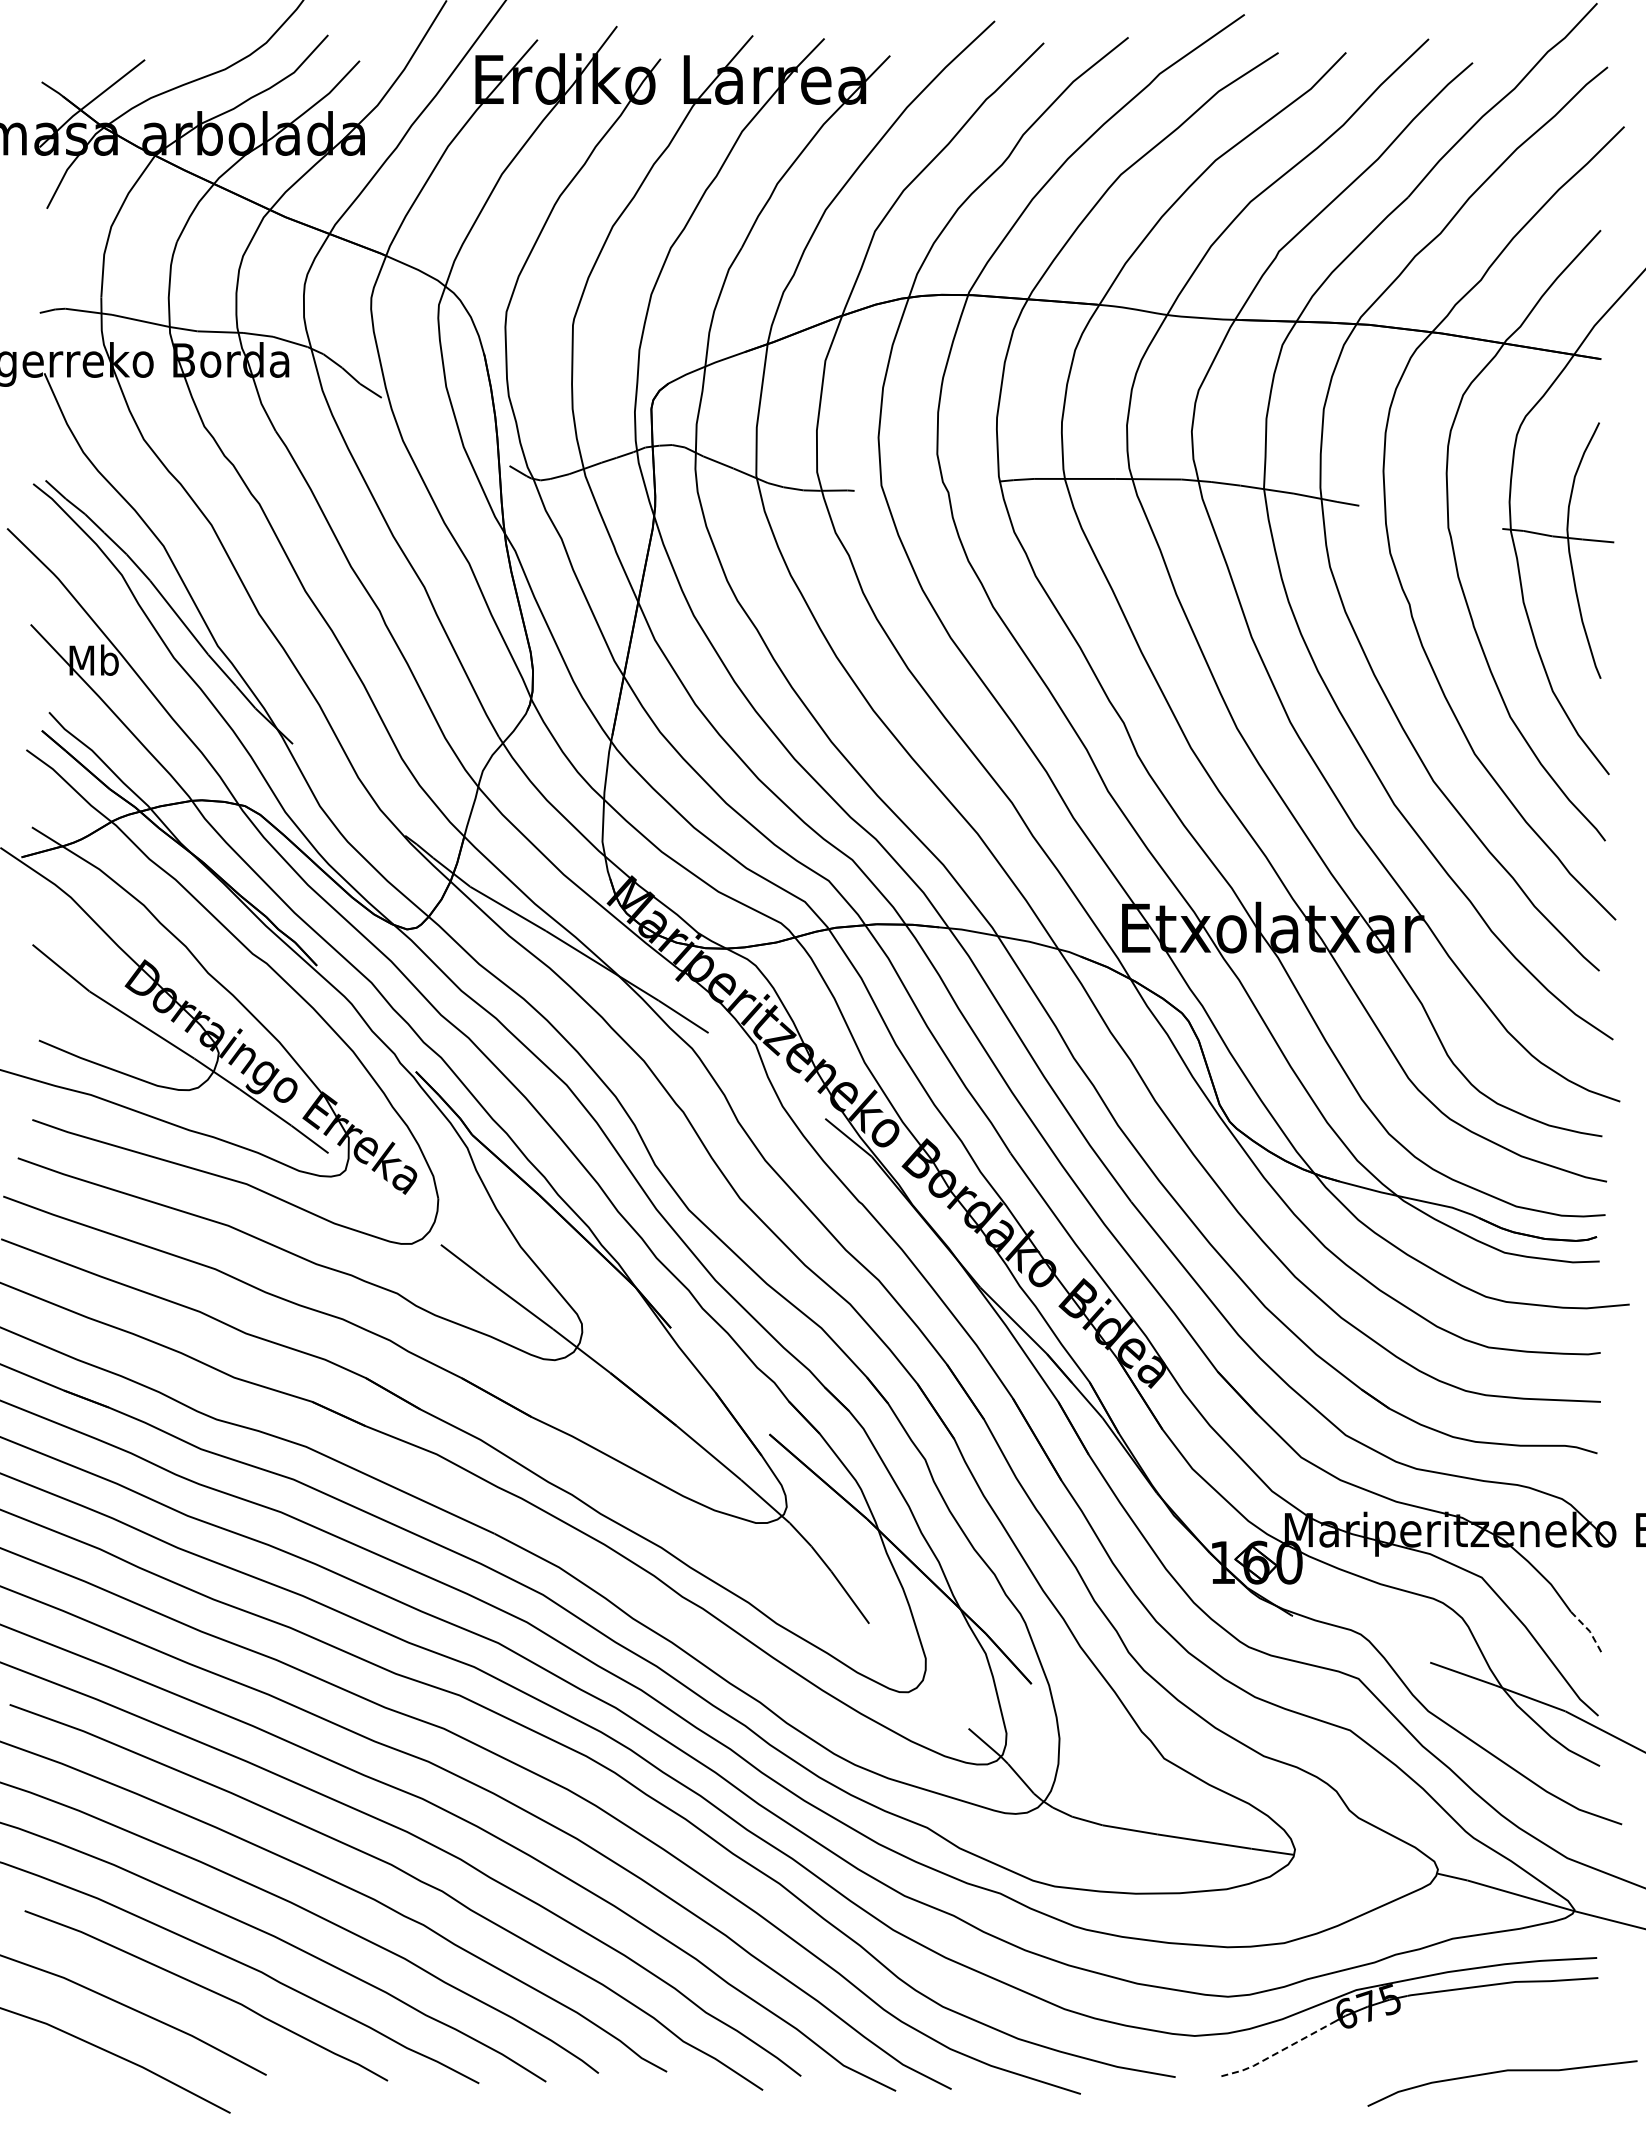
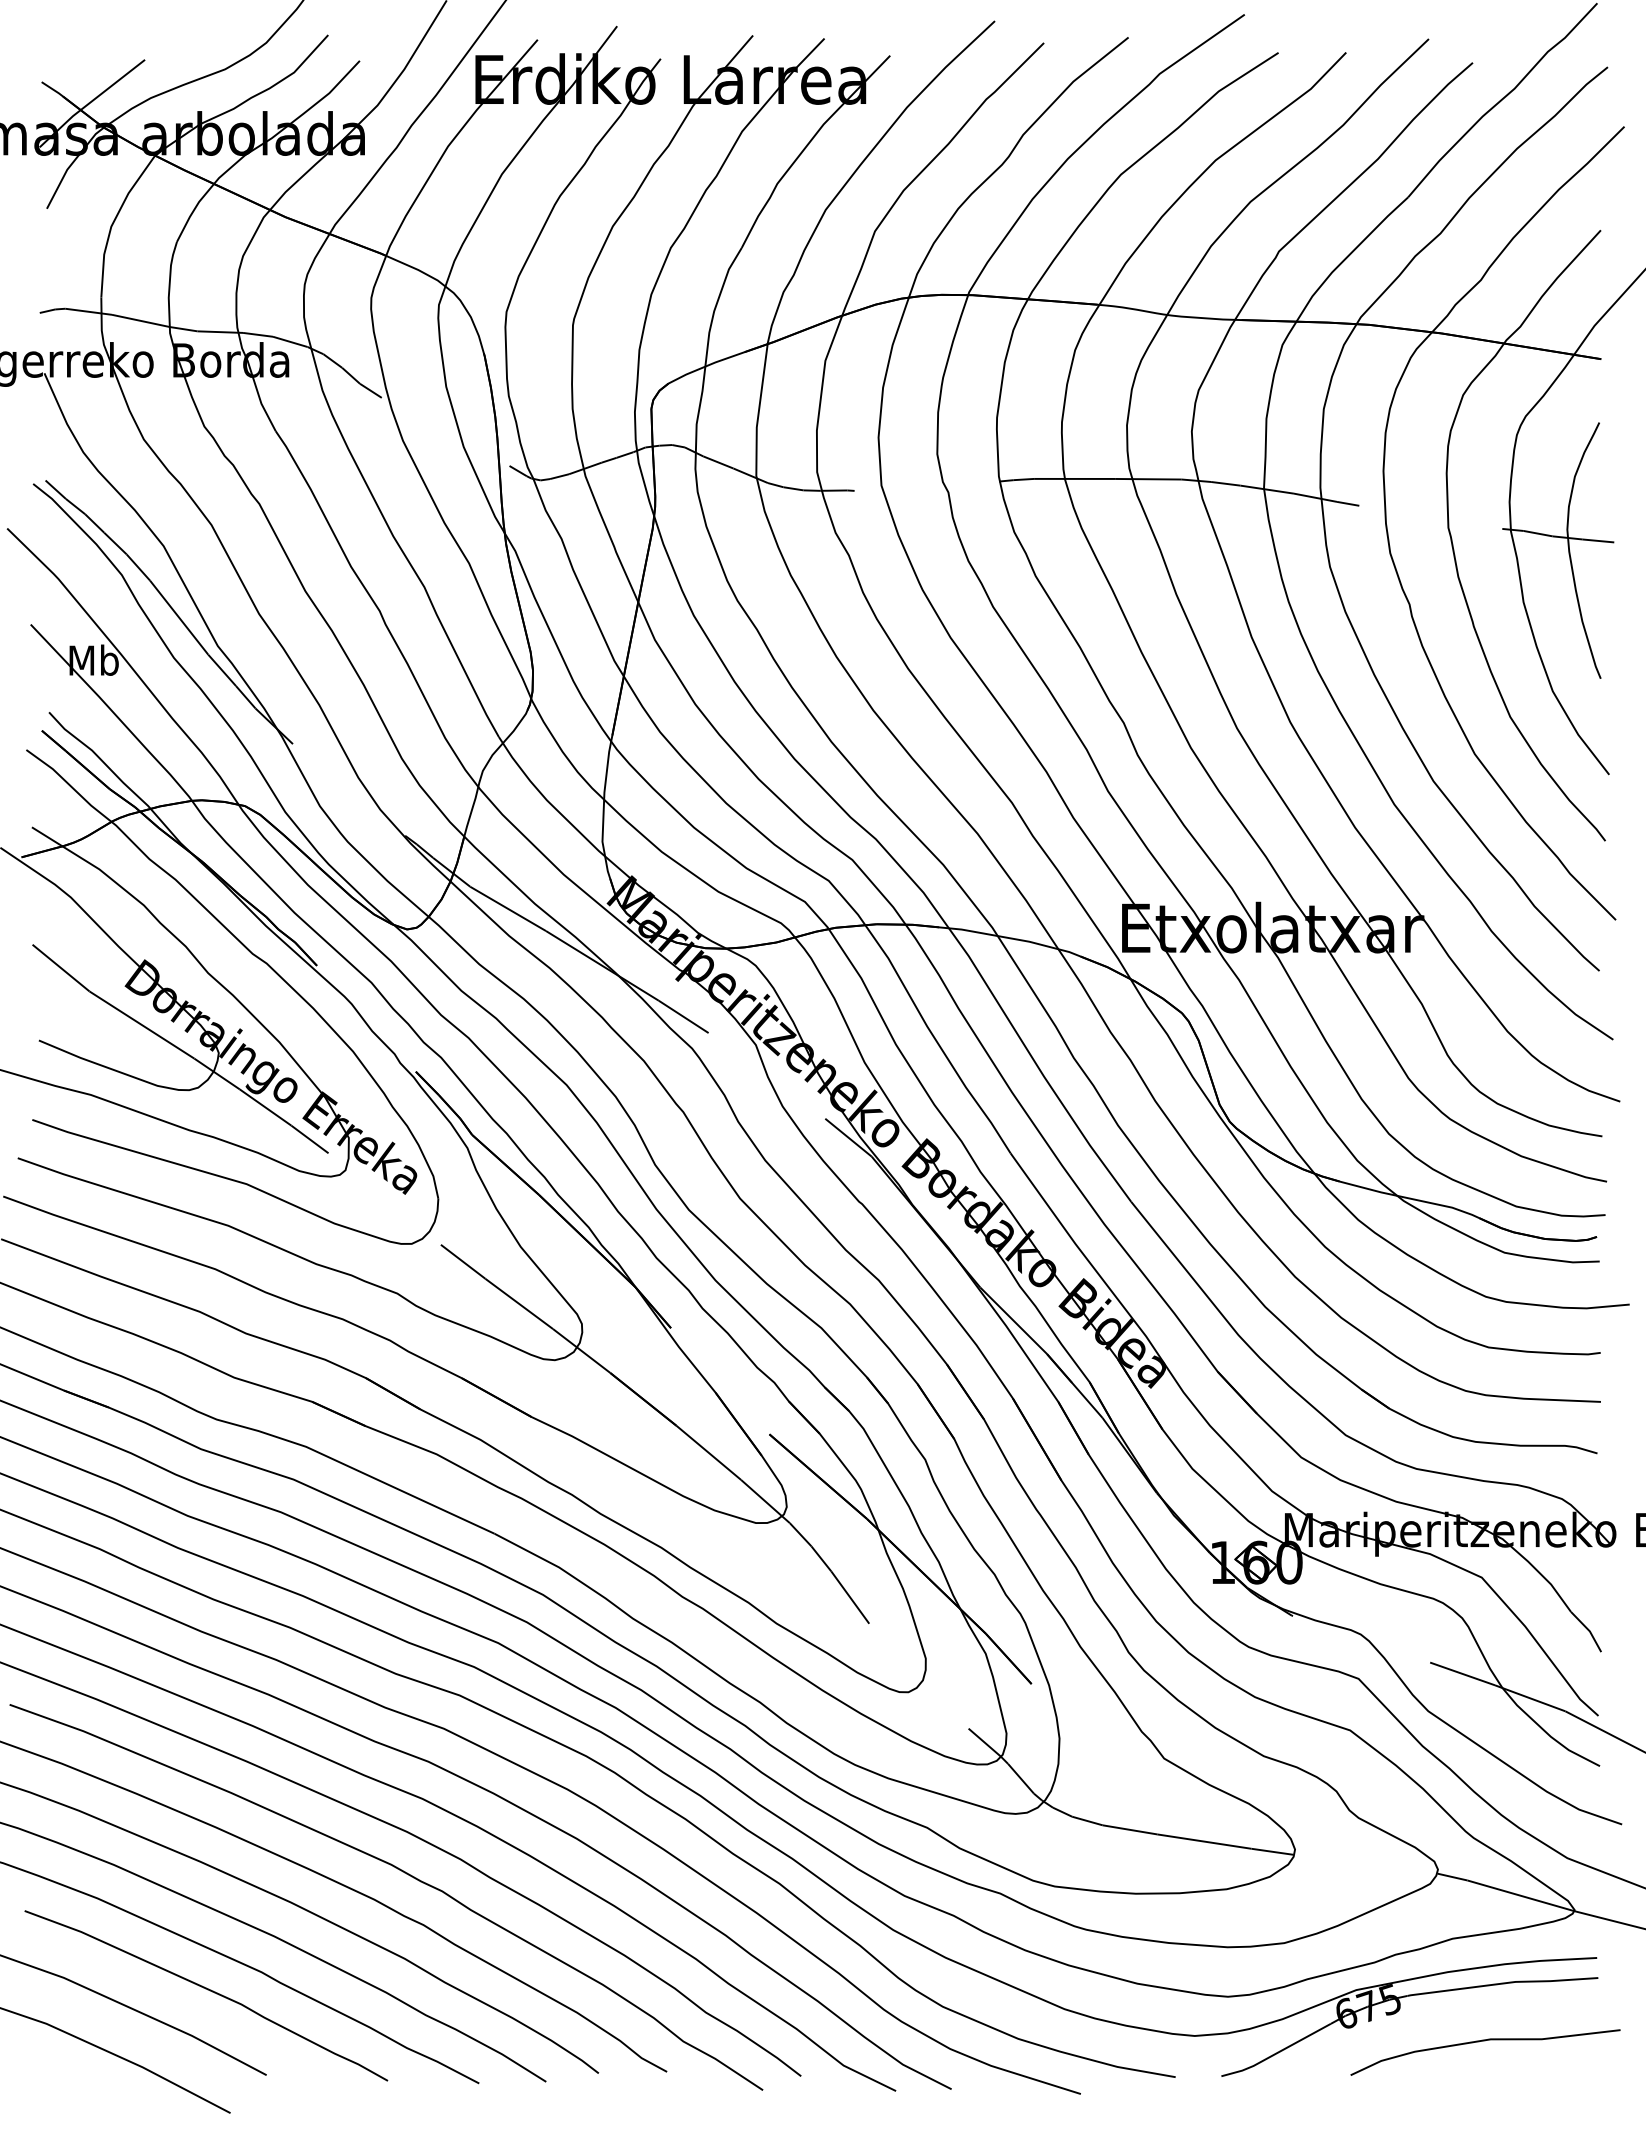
line at (1588, 1630): dashed -> solid
line at (1276, 2053): dashed -> solid
curve at (1502, 2072) position: (1502, 2072) -> (1485, 2041)
